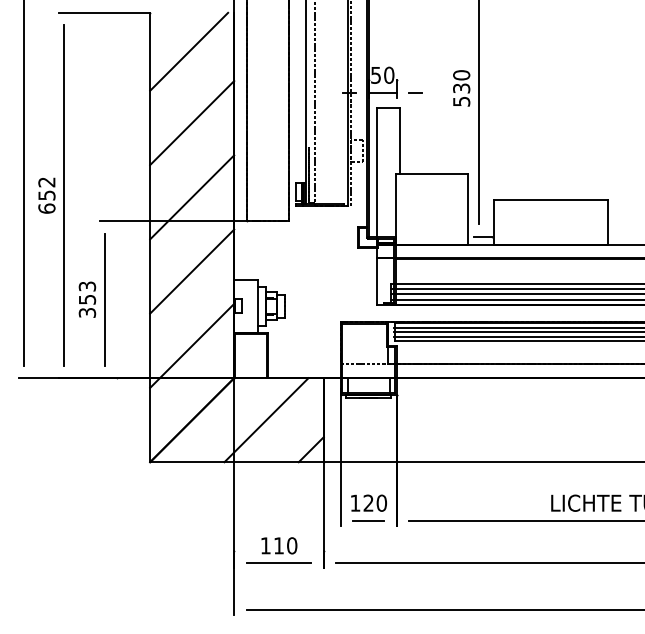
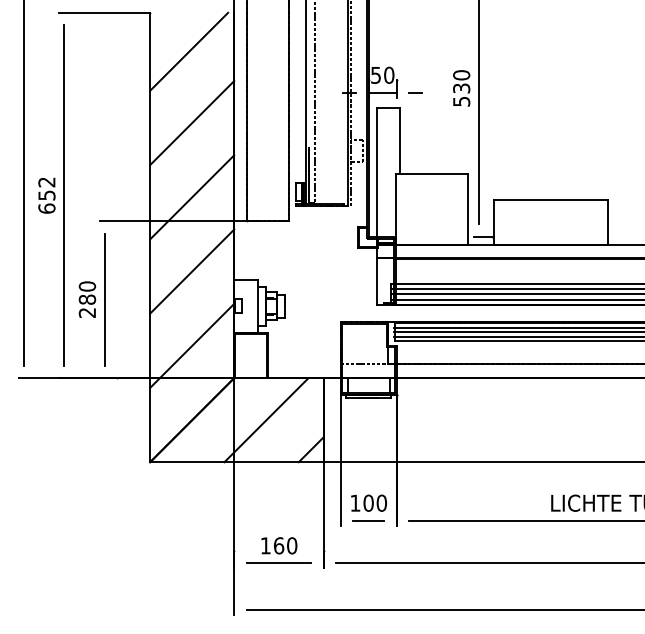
text at (87, 299): 353 -> 280
text at (368, 502): 120 -> 100
text at (279, 545): 110 -> 160
